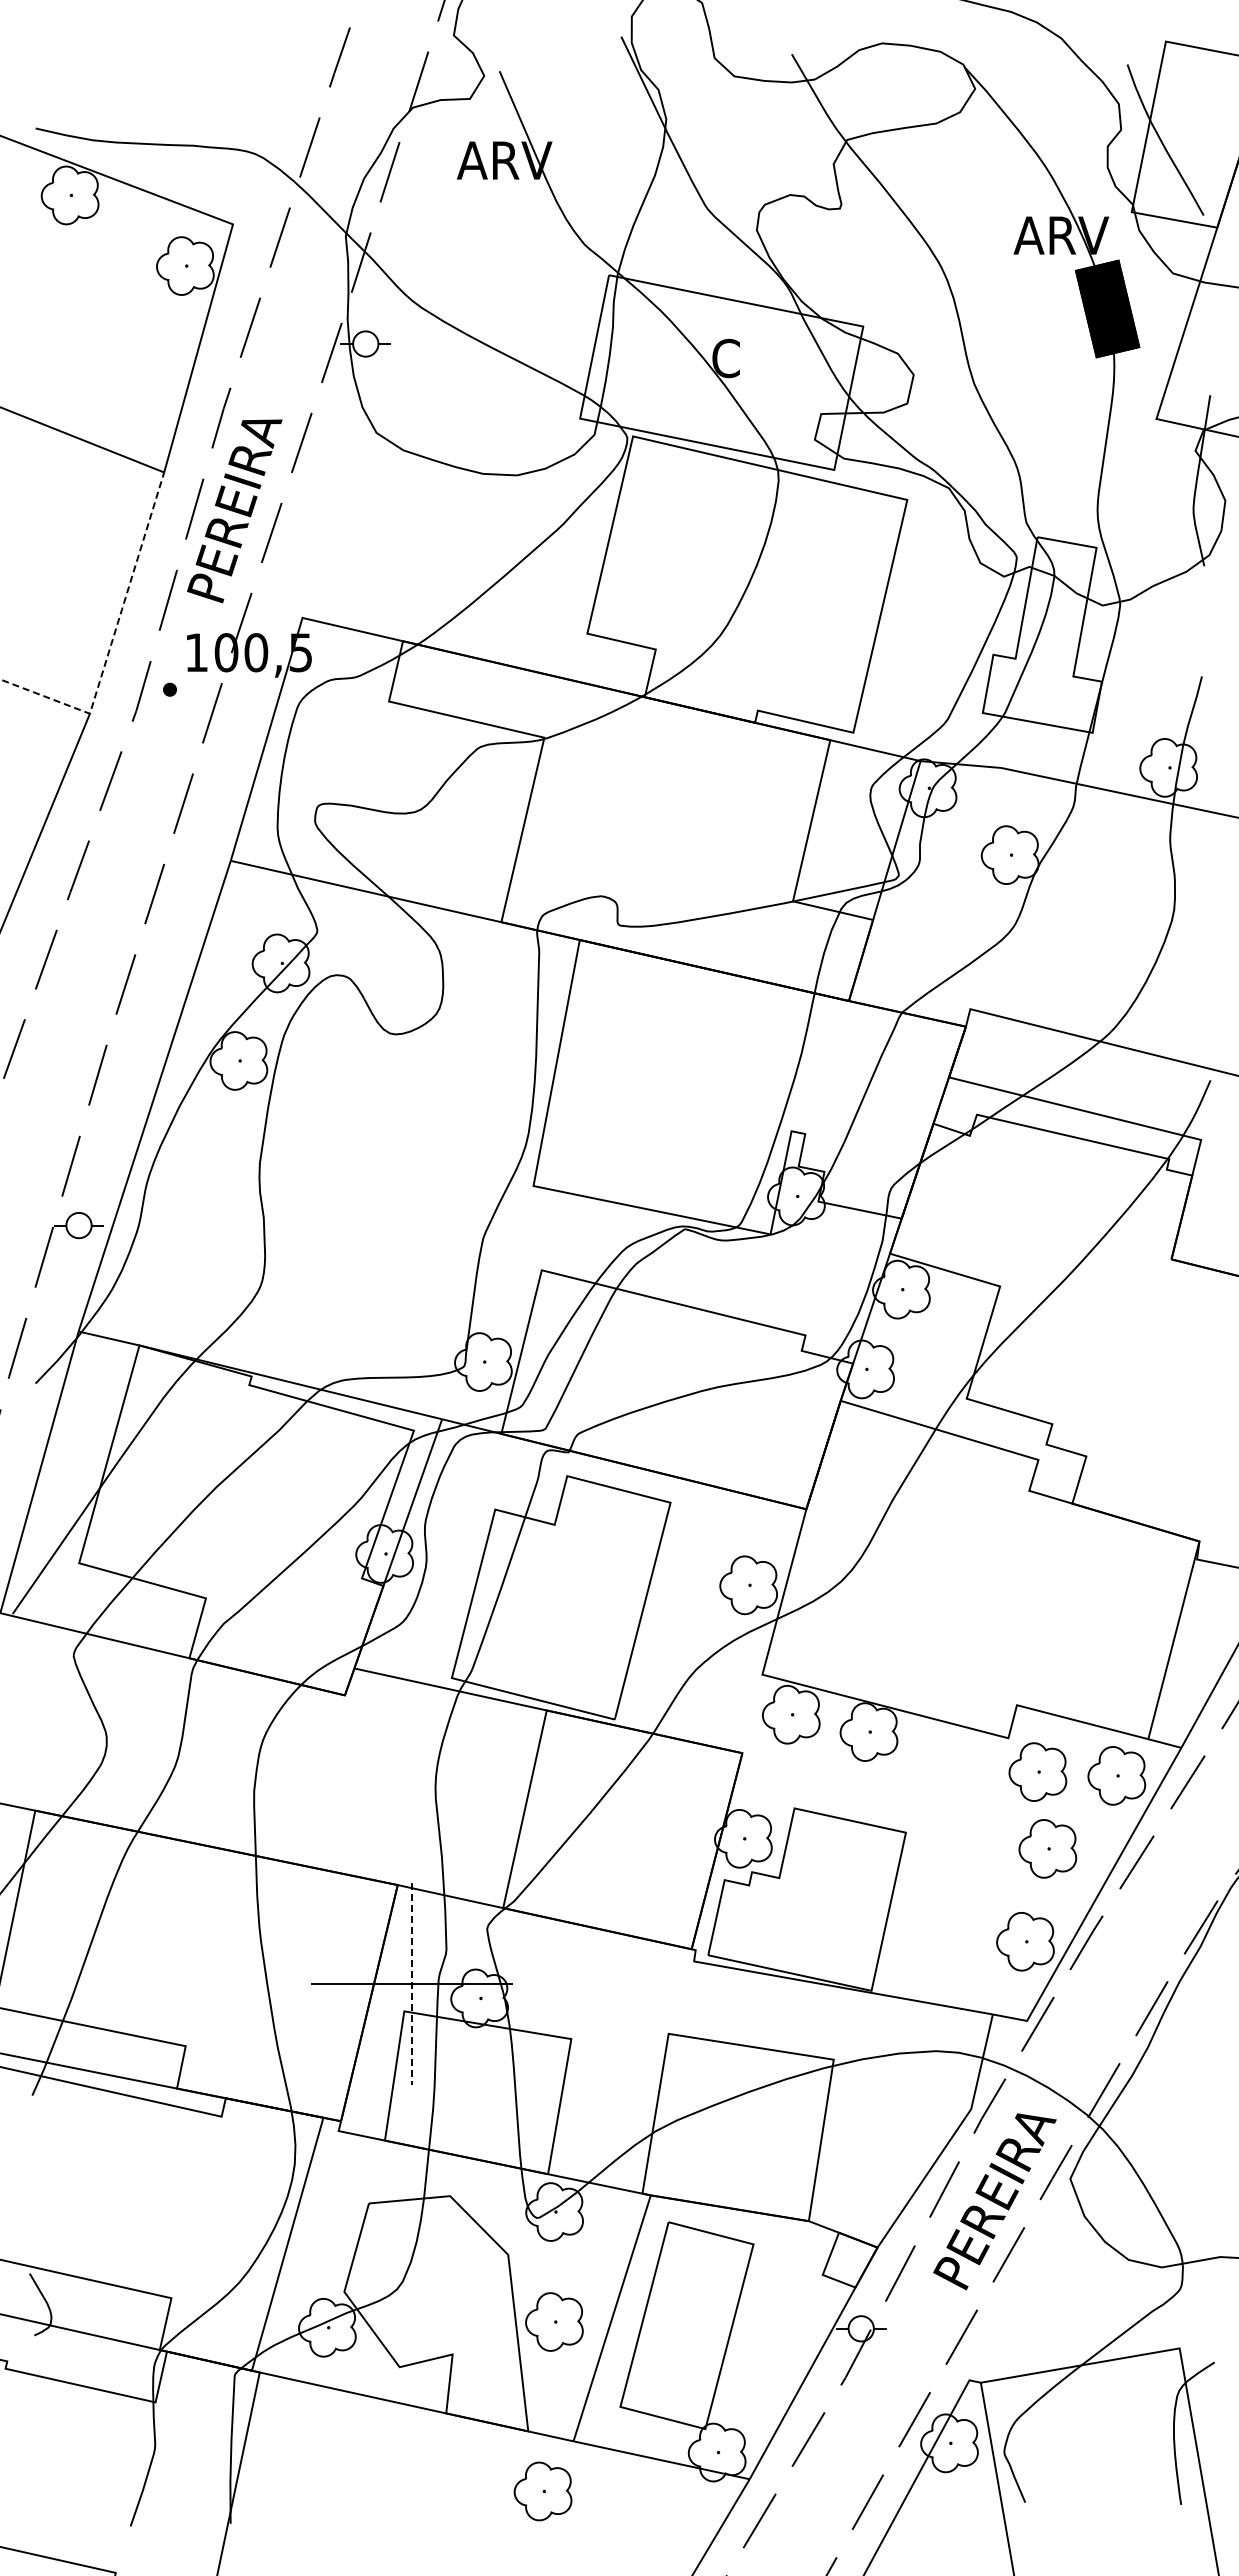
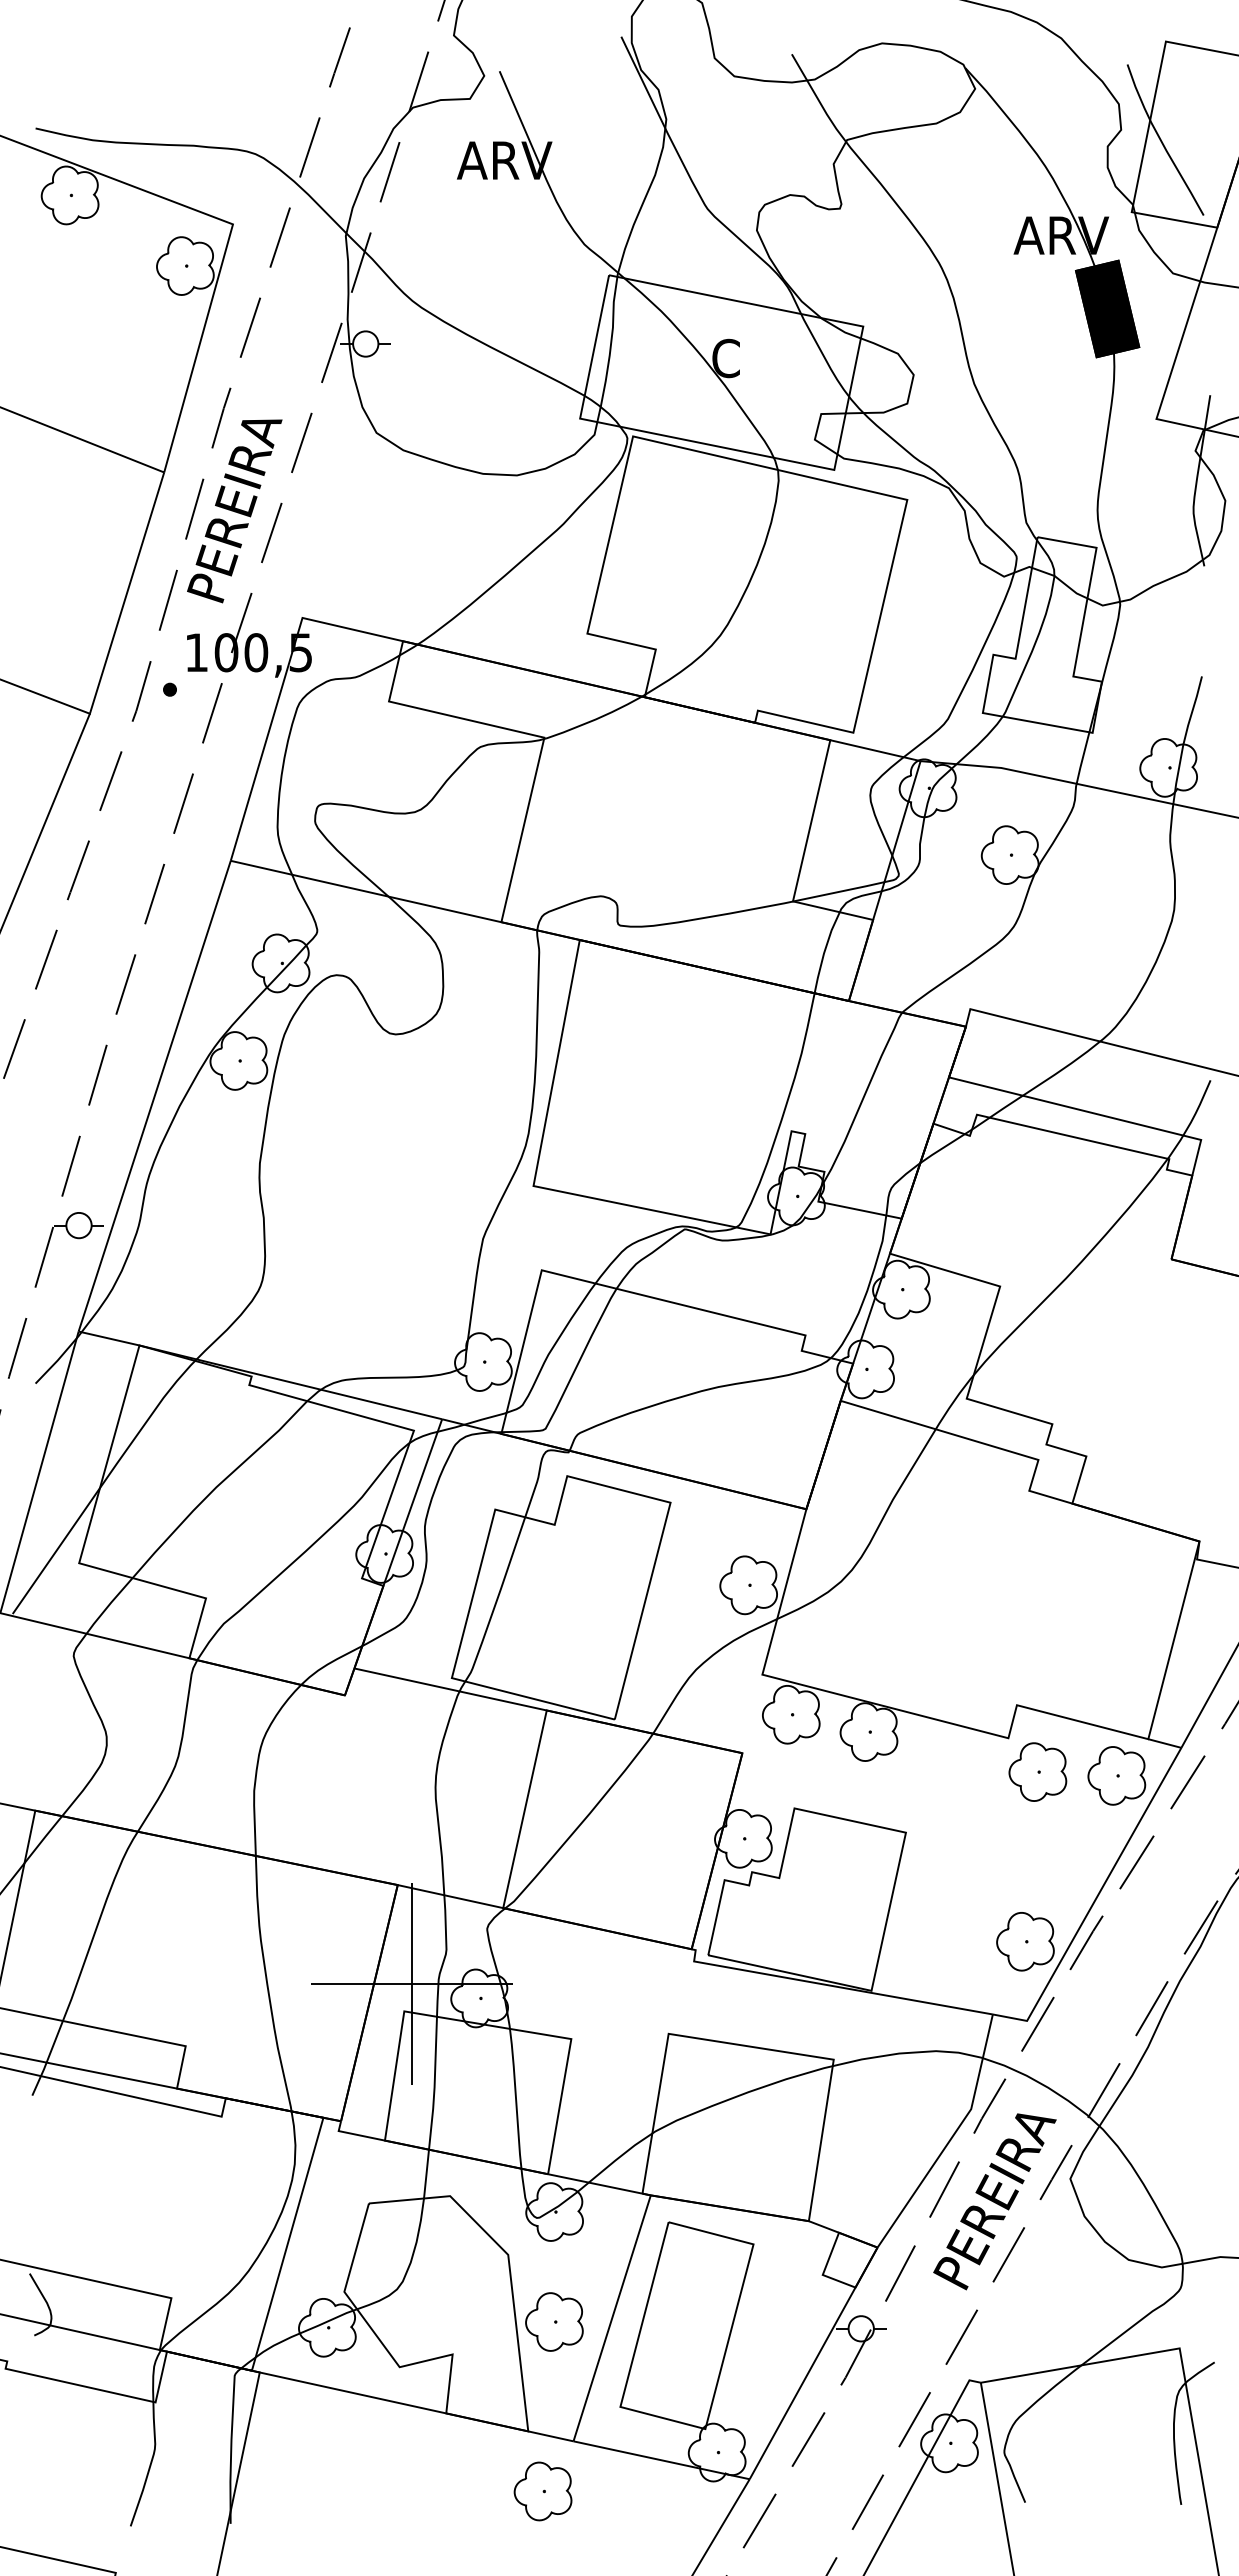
line at (112, 639): dashed -> solid
part at (1047, 1848): present -> none
line at (411, 1984): dashed -> solid
